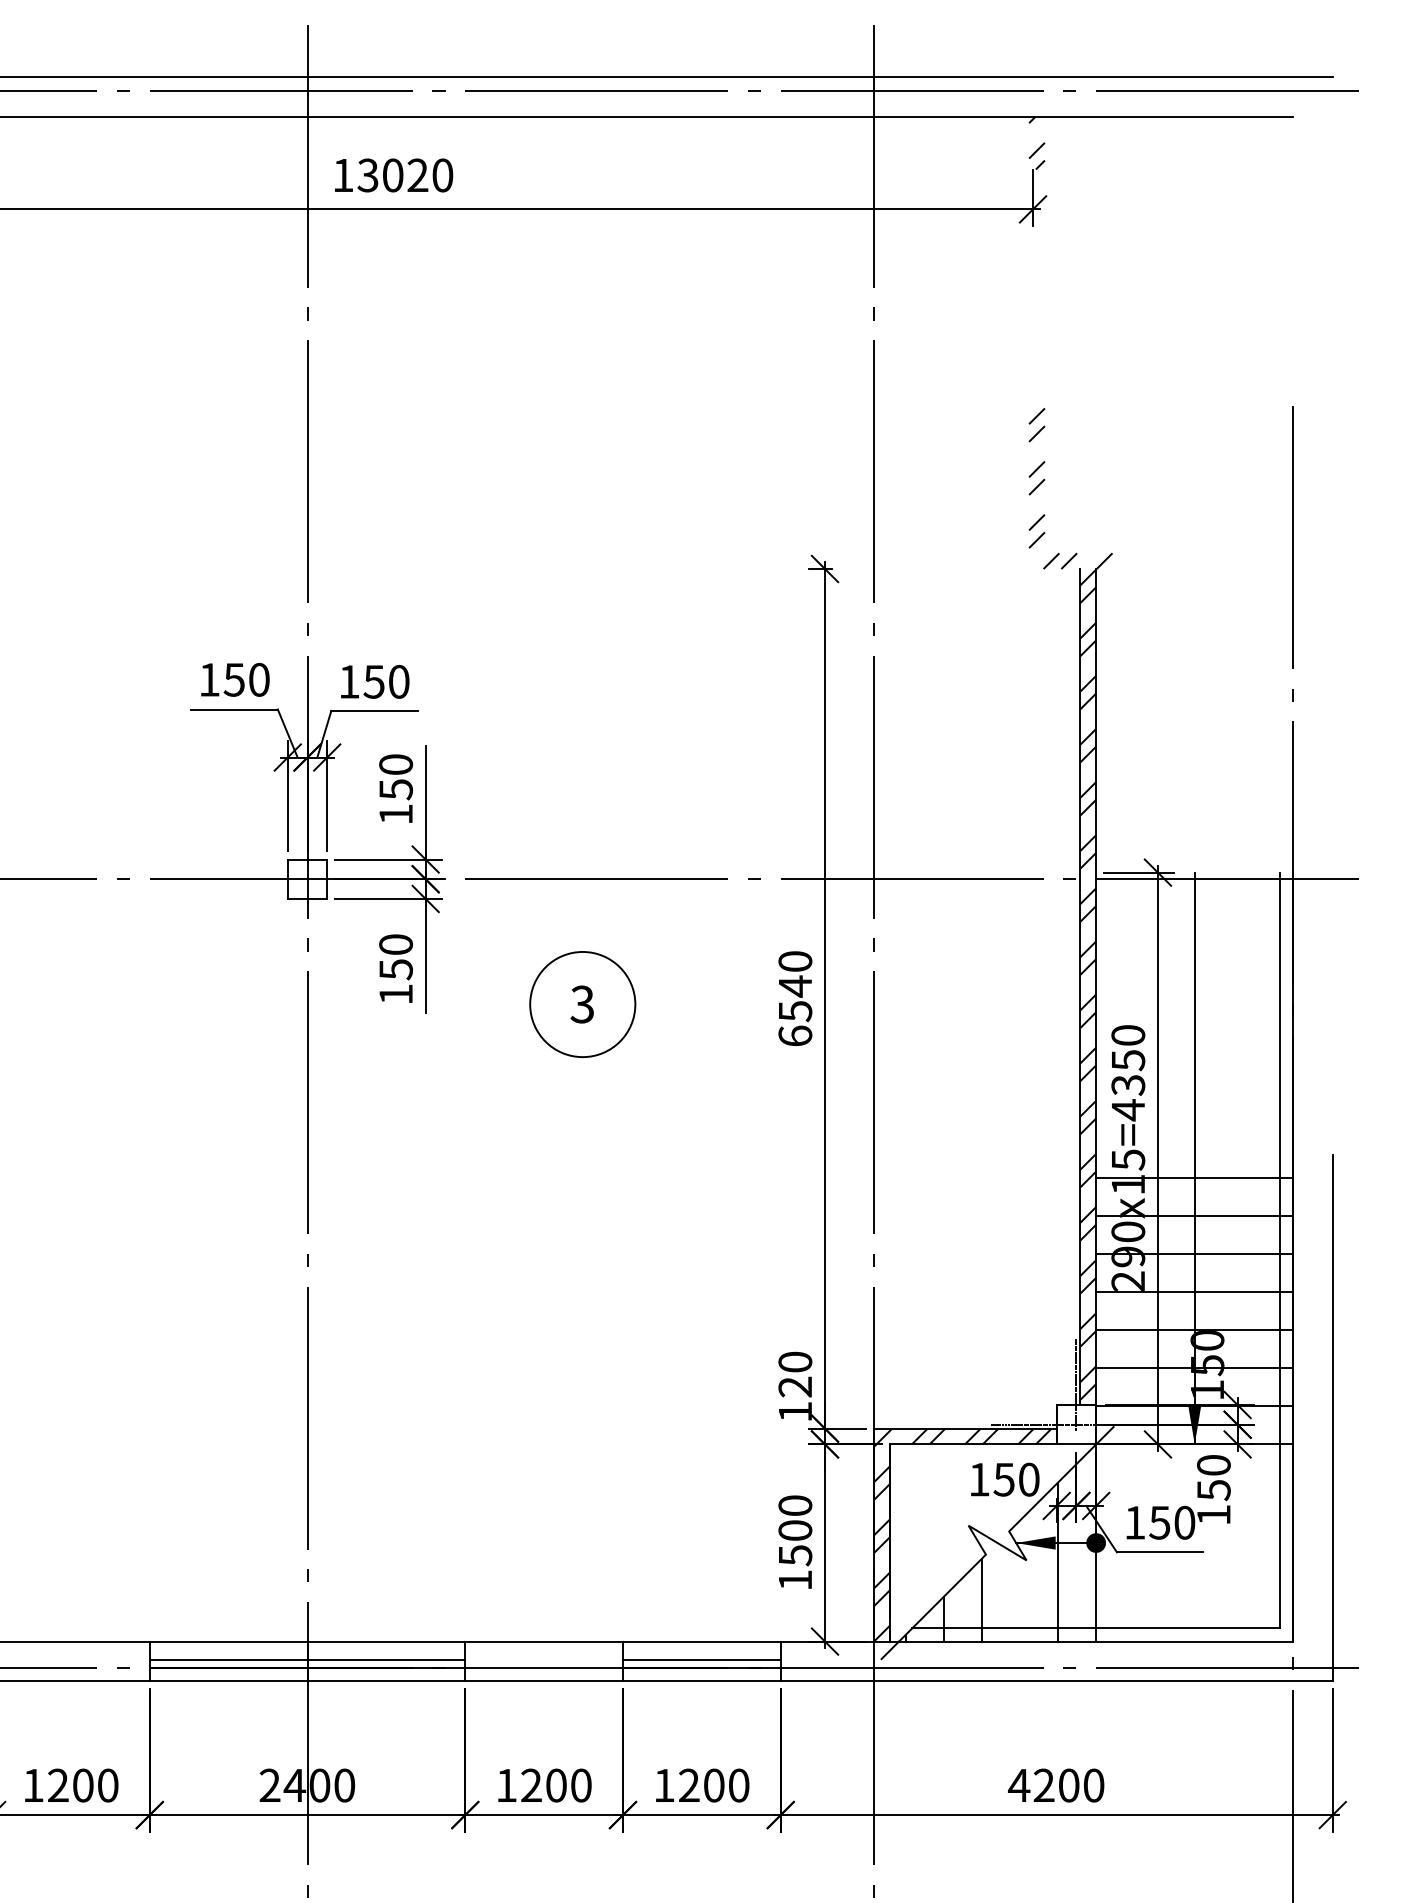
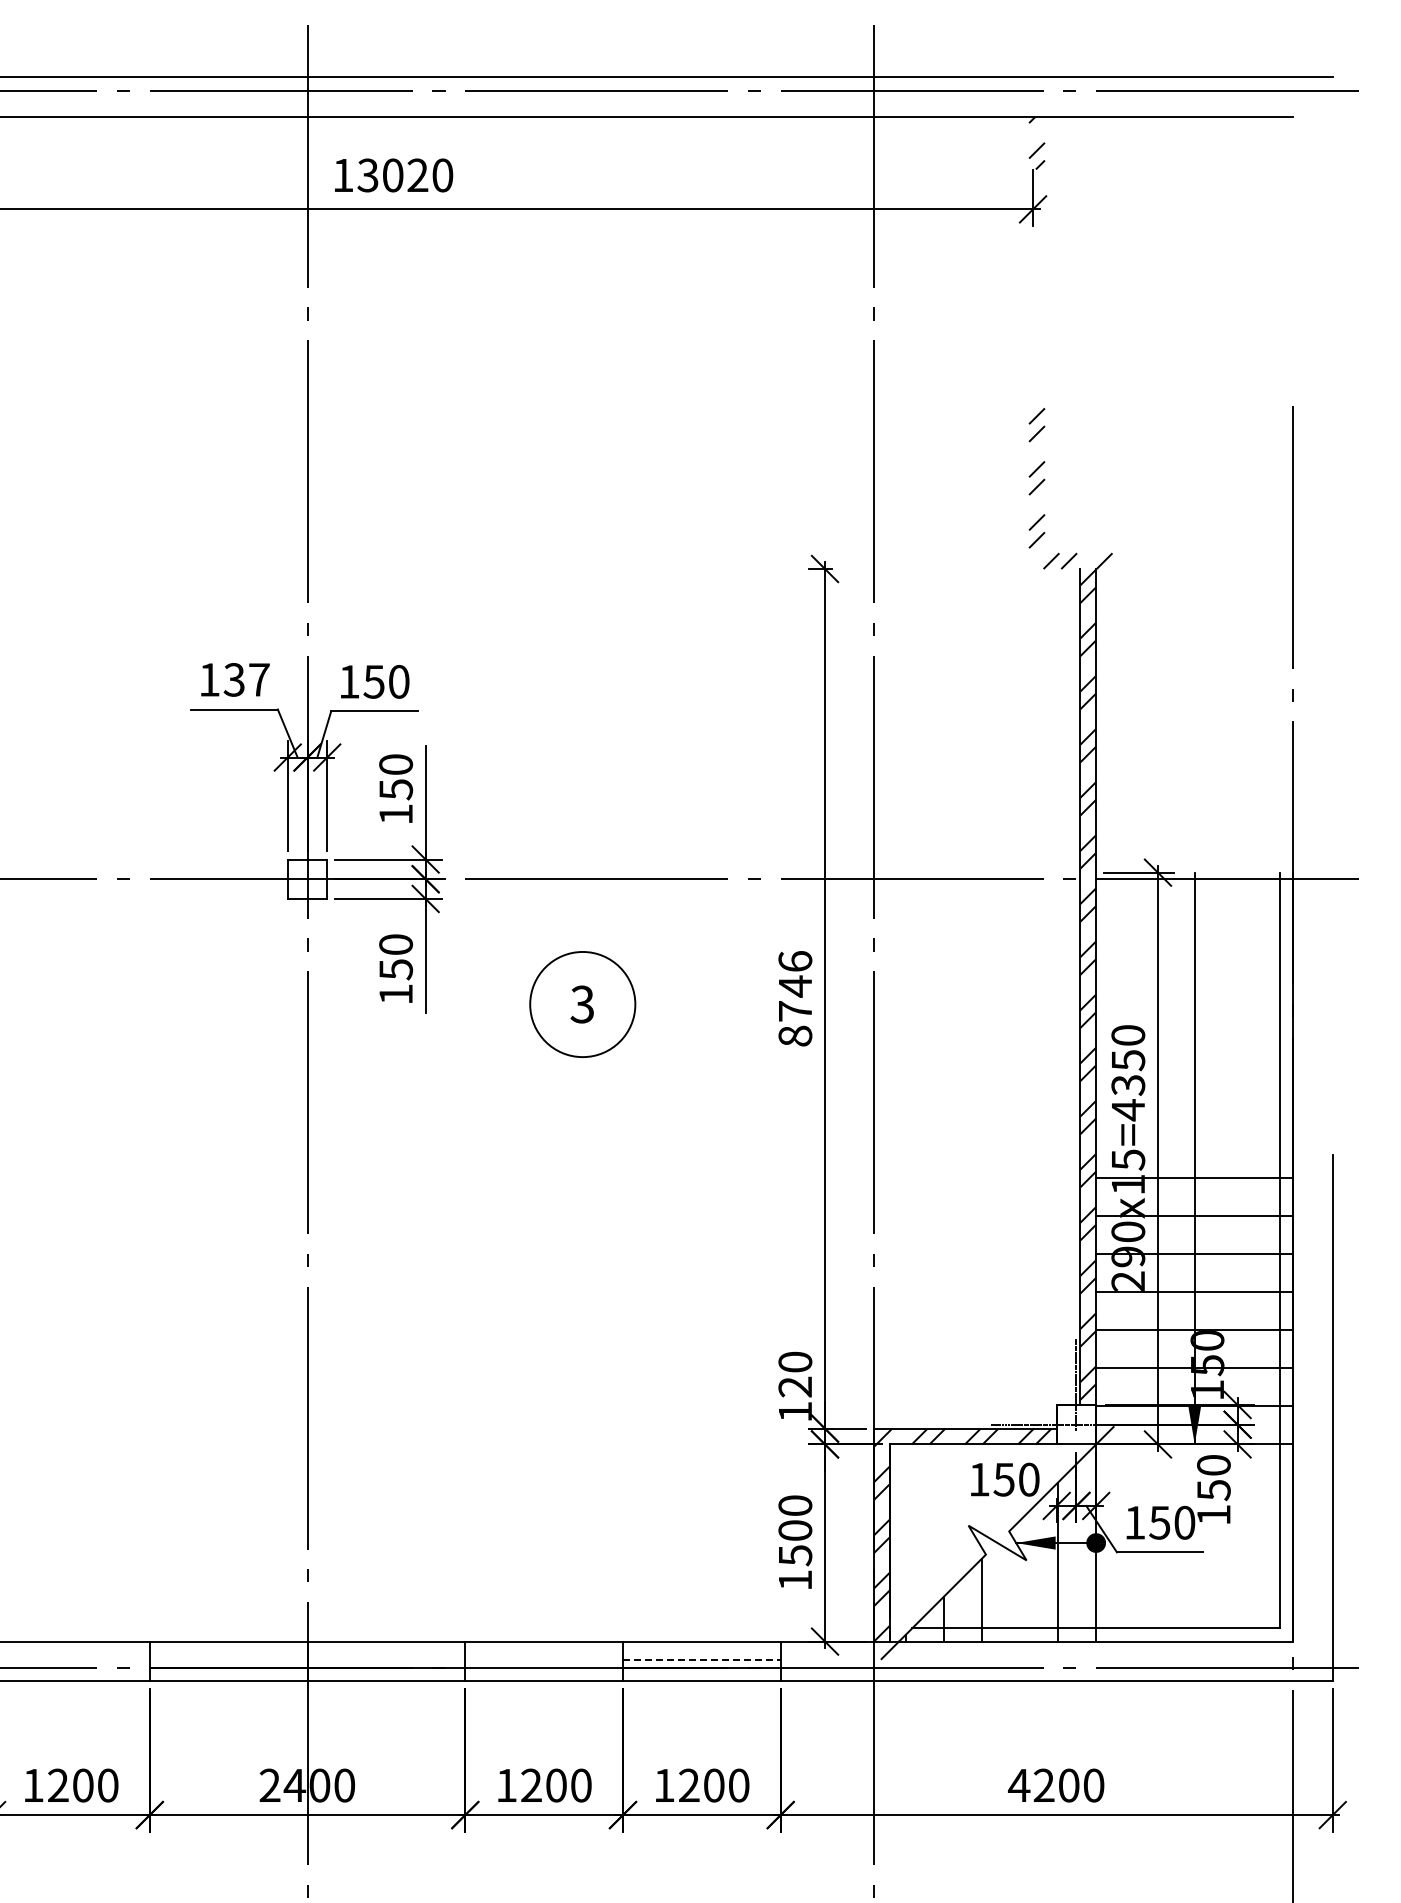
text at (246, 679): 150 -> 137
text at (795, 998): 6540 -> 8746
line at (307, 1660): present -> none
line at (701, 1660): solid -> dashed
